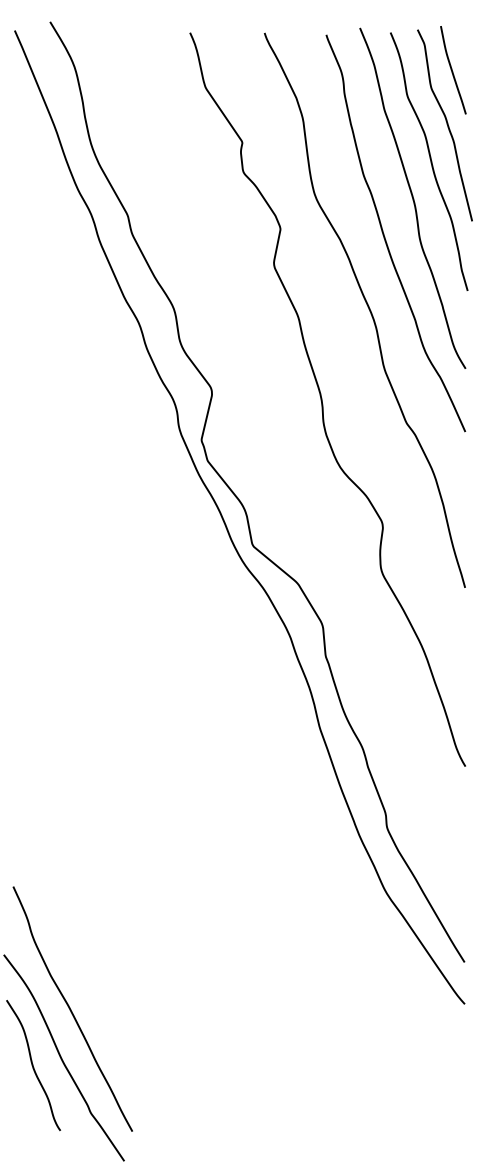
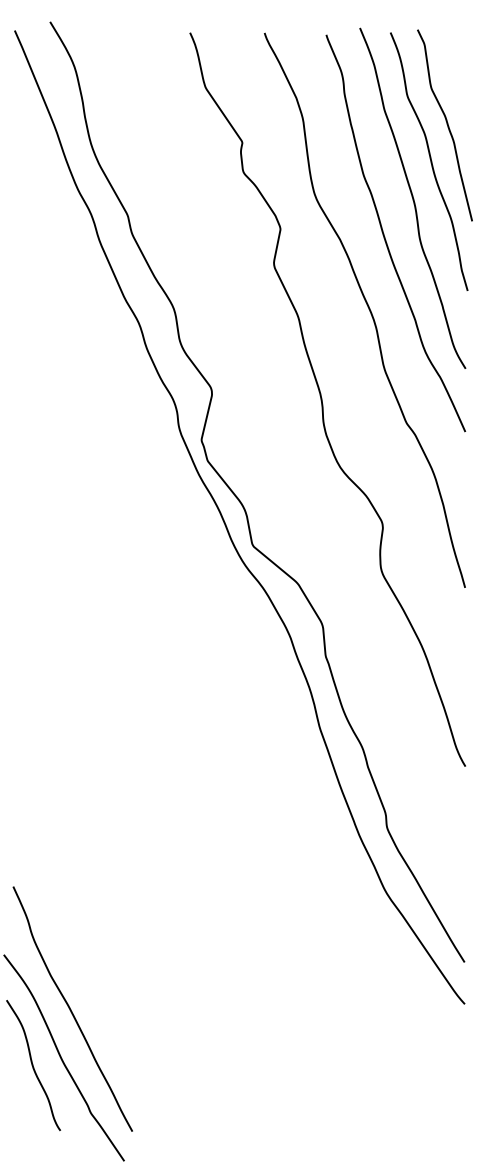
curve at (452, 70): present -> none
